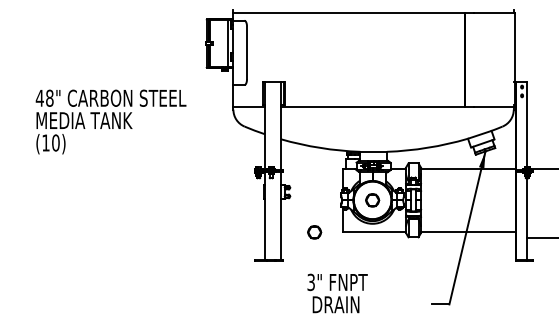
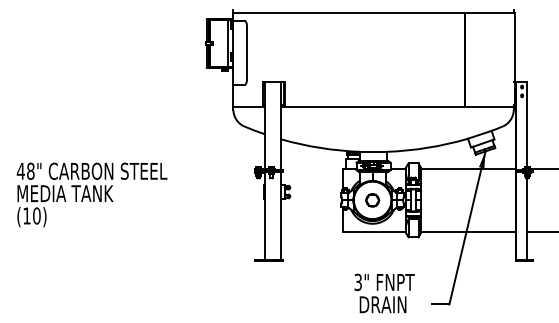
text at (110, 121) position: (110, 121) -> (91, 194)
part at (314, 232): present -> none
line at (541, 237) position: (541, 237) -> (541, 231)
text at (337, 293) position: (337, 293) -> (384, 293)
